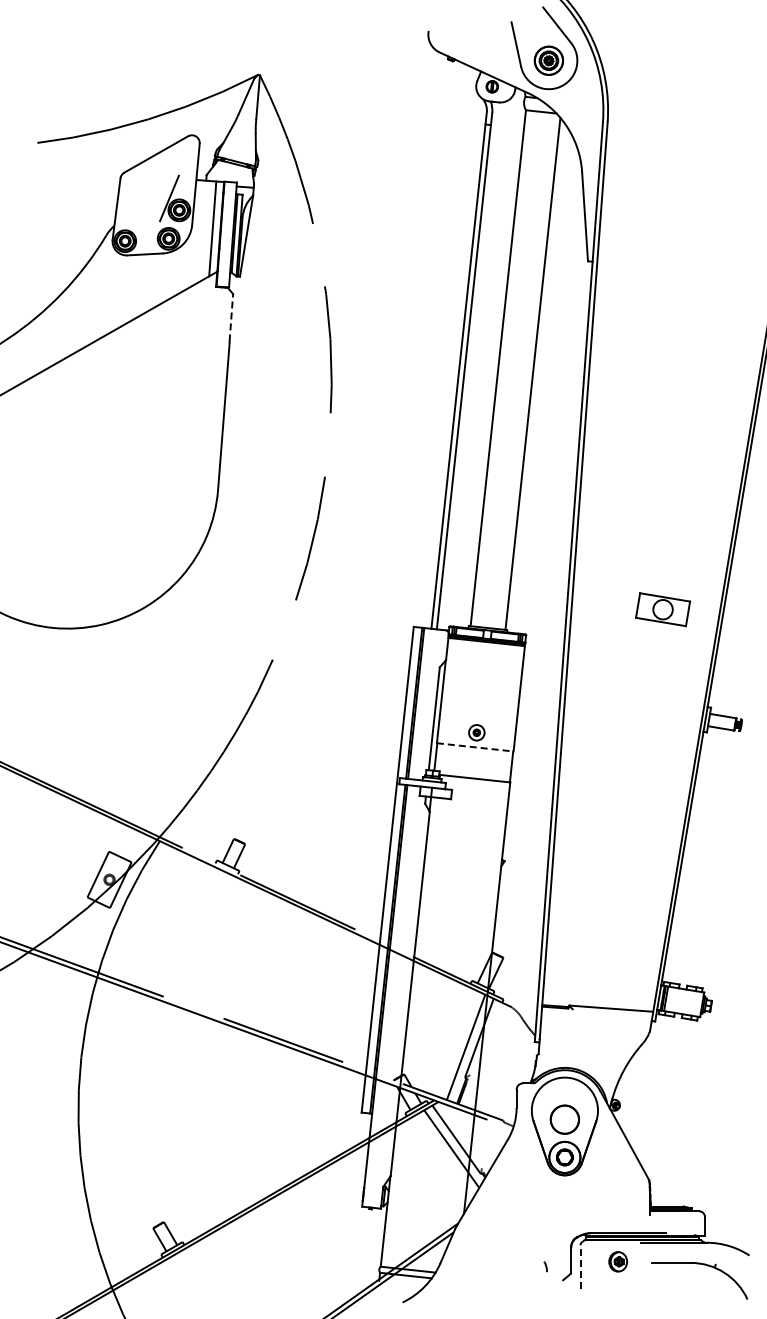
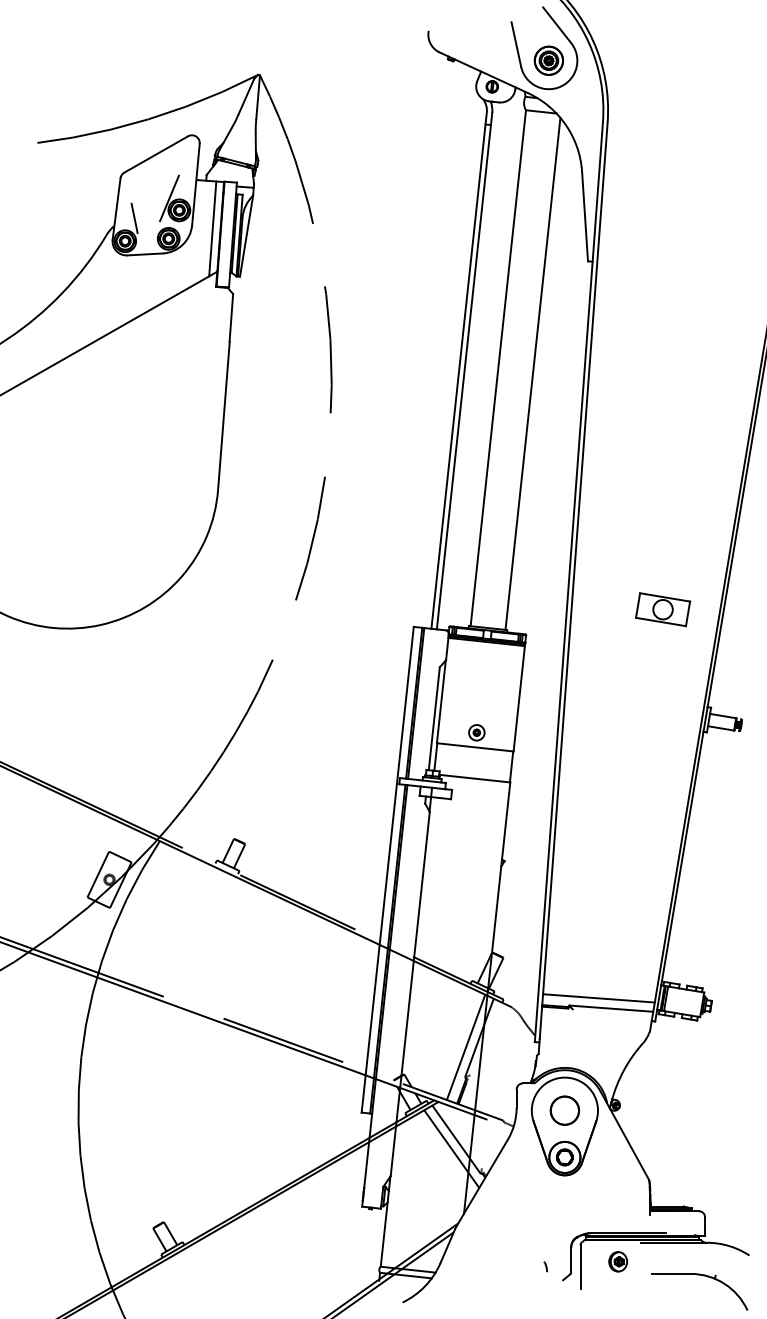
line at (134, 217): none -> present
line at (231, 317): dashed -> solid
line at (475, 747): dashed -> solid
line at (598, 998): none -> present
circle at (564, 1119) position: (564, 1119) -> (564, 1110)
part at (703, 1265) position: (703, 1265) -> (703, 1276)
line at (580, 1267): dashed -> solid
